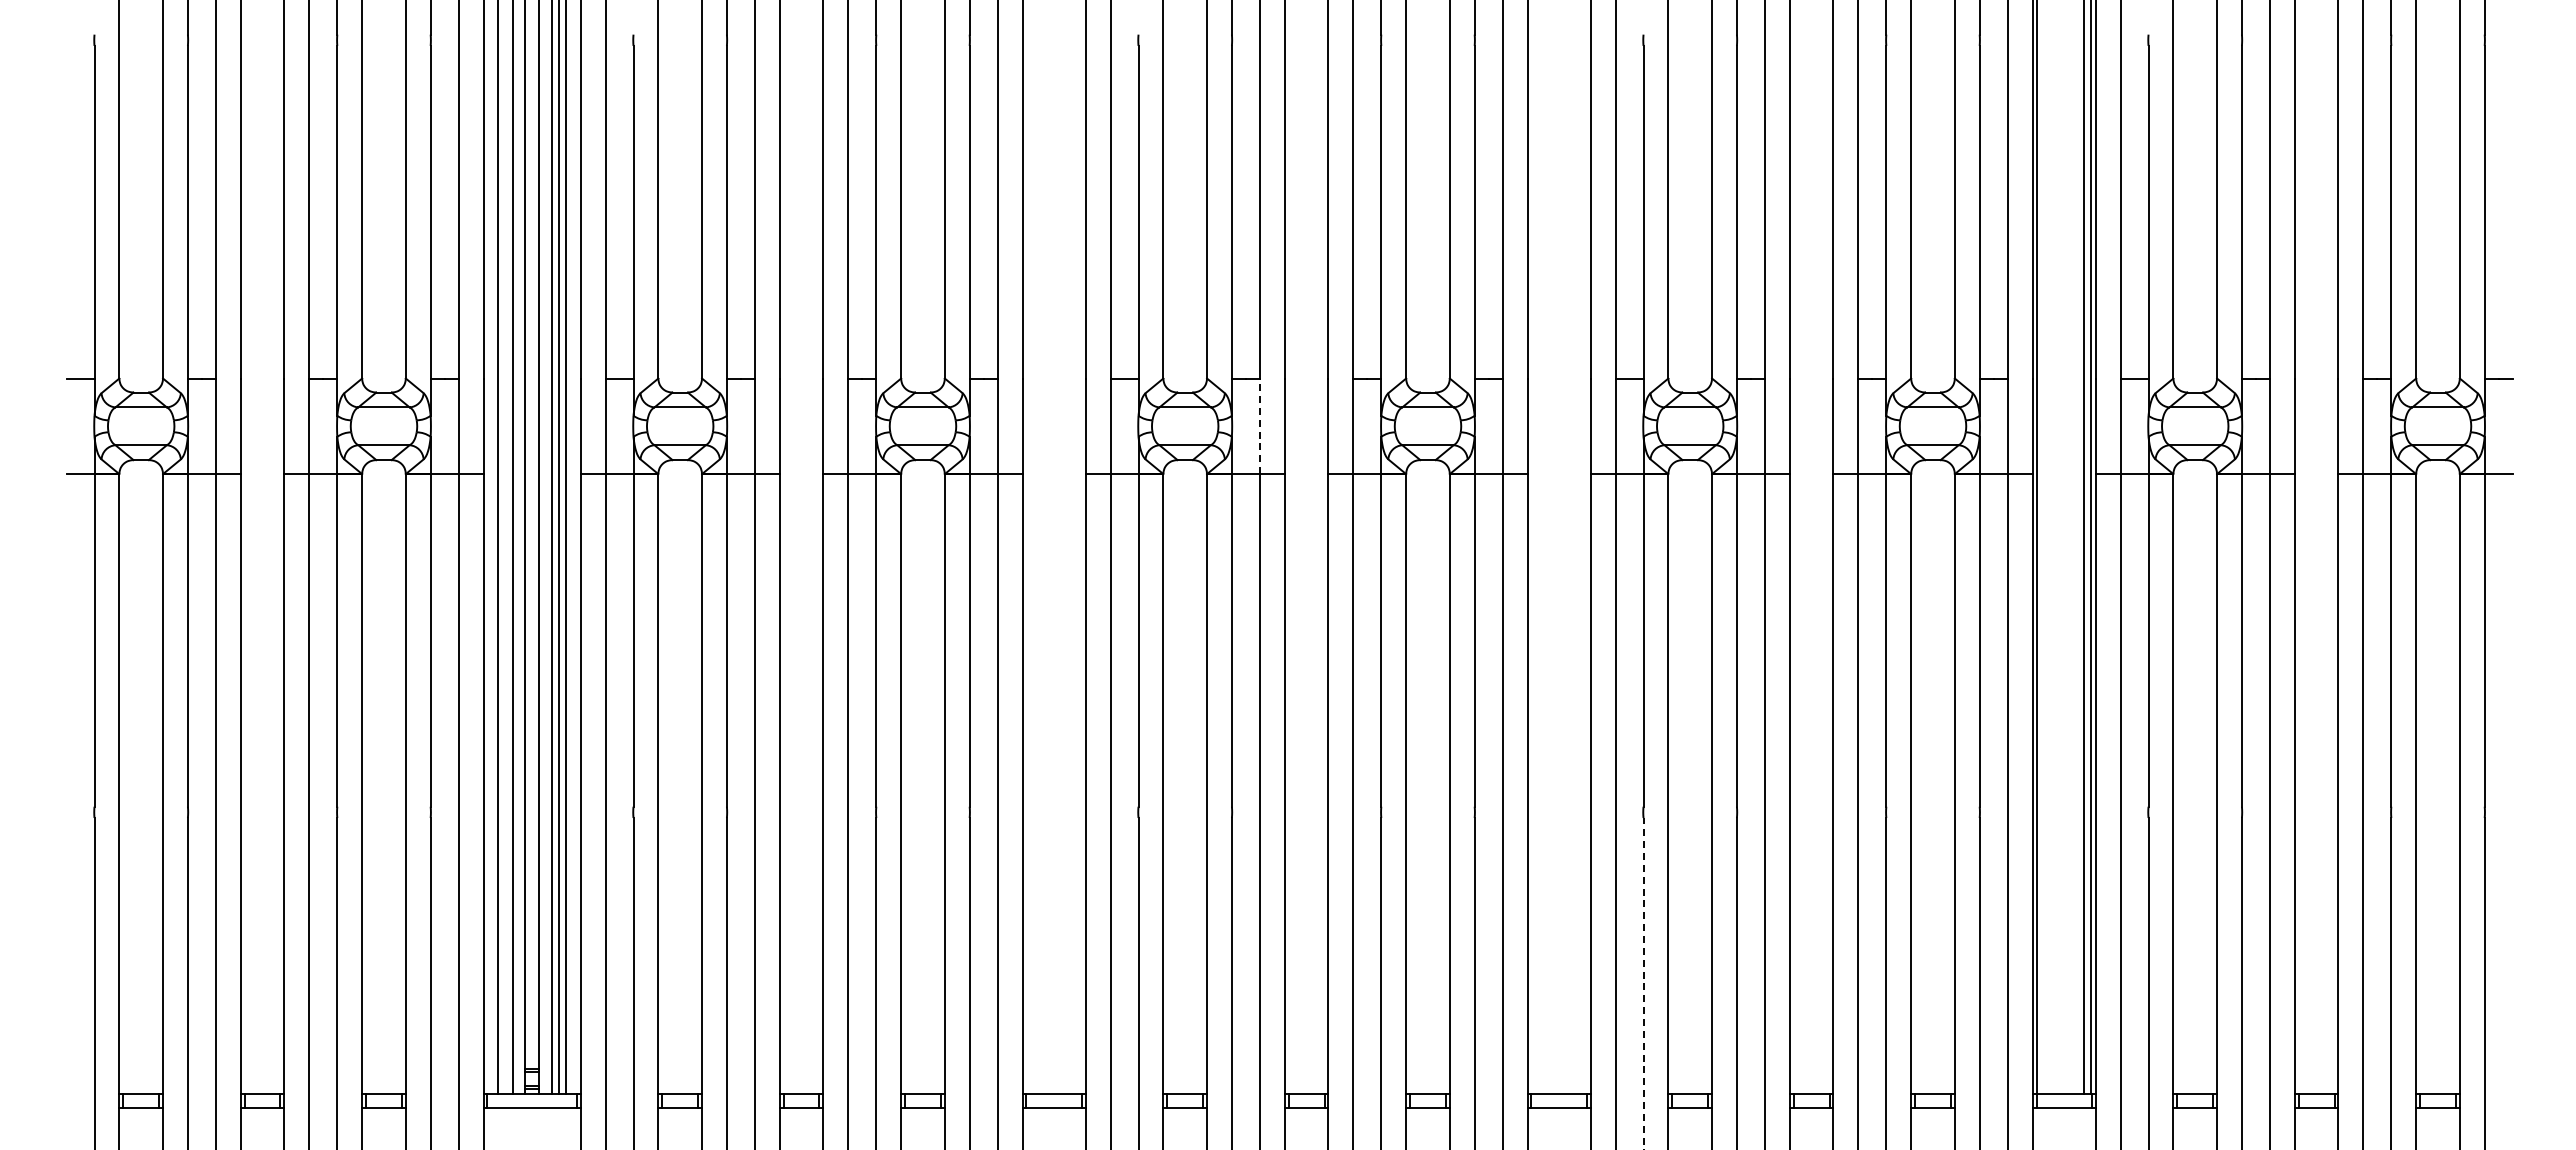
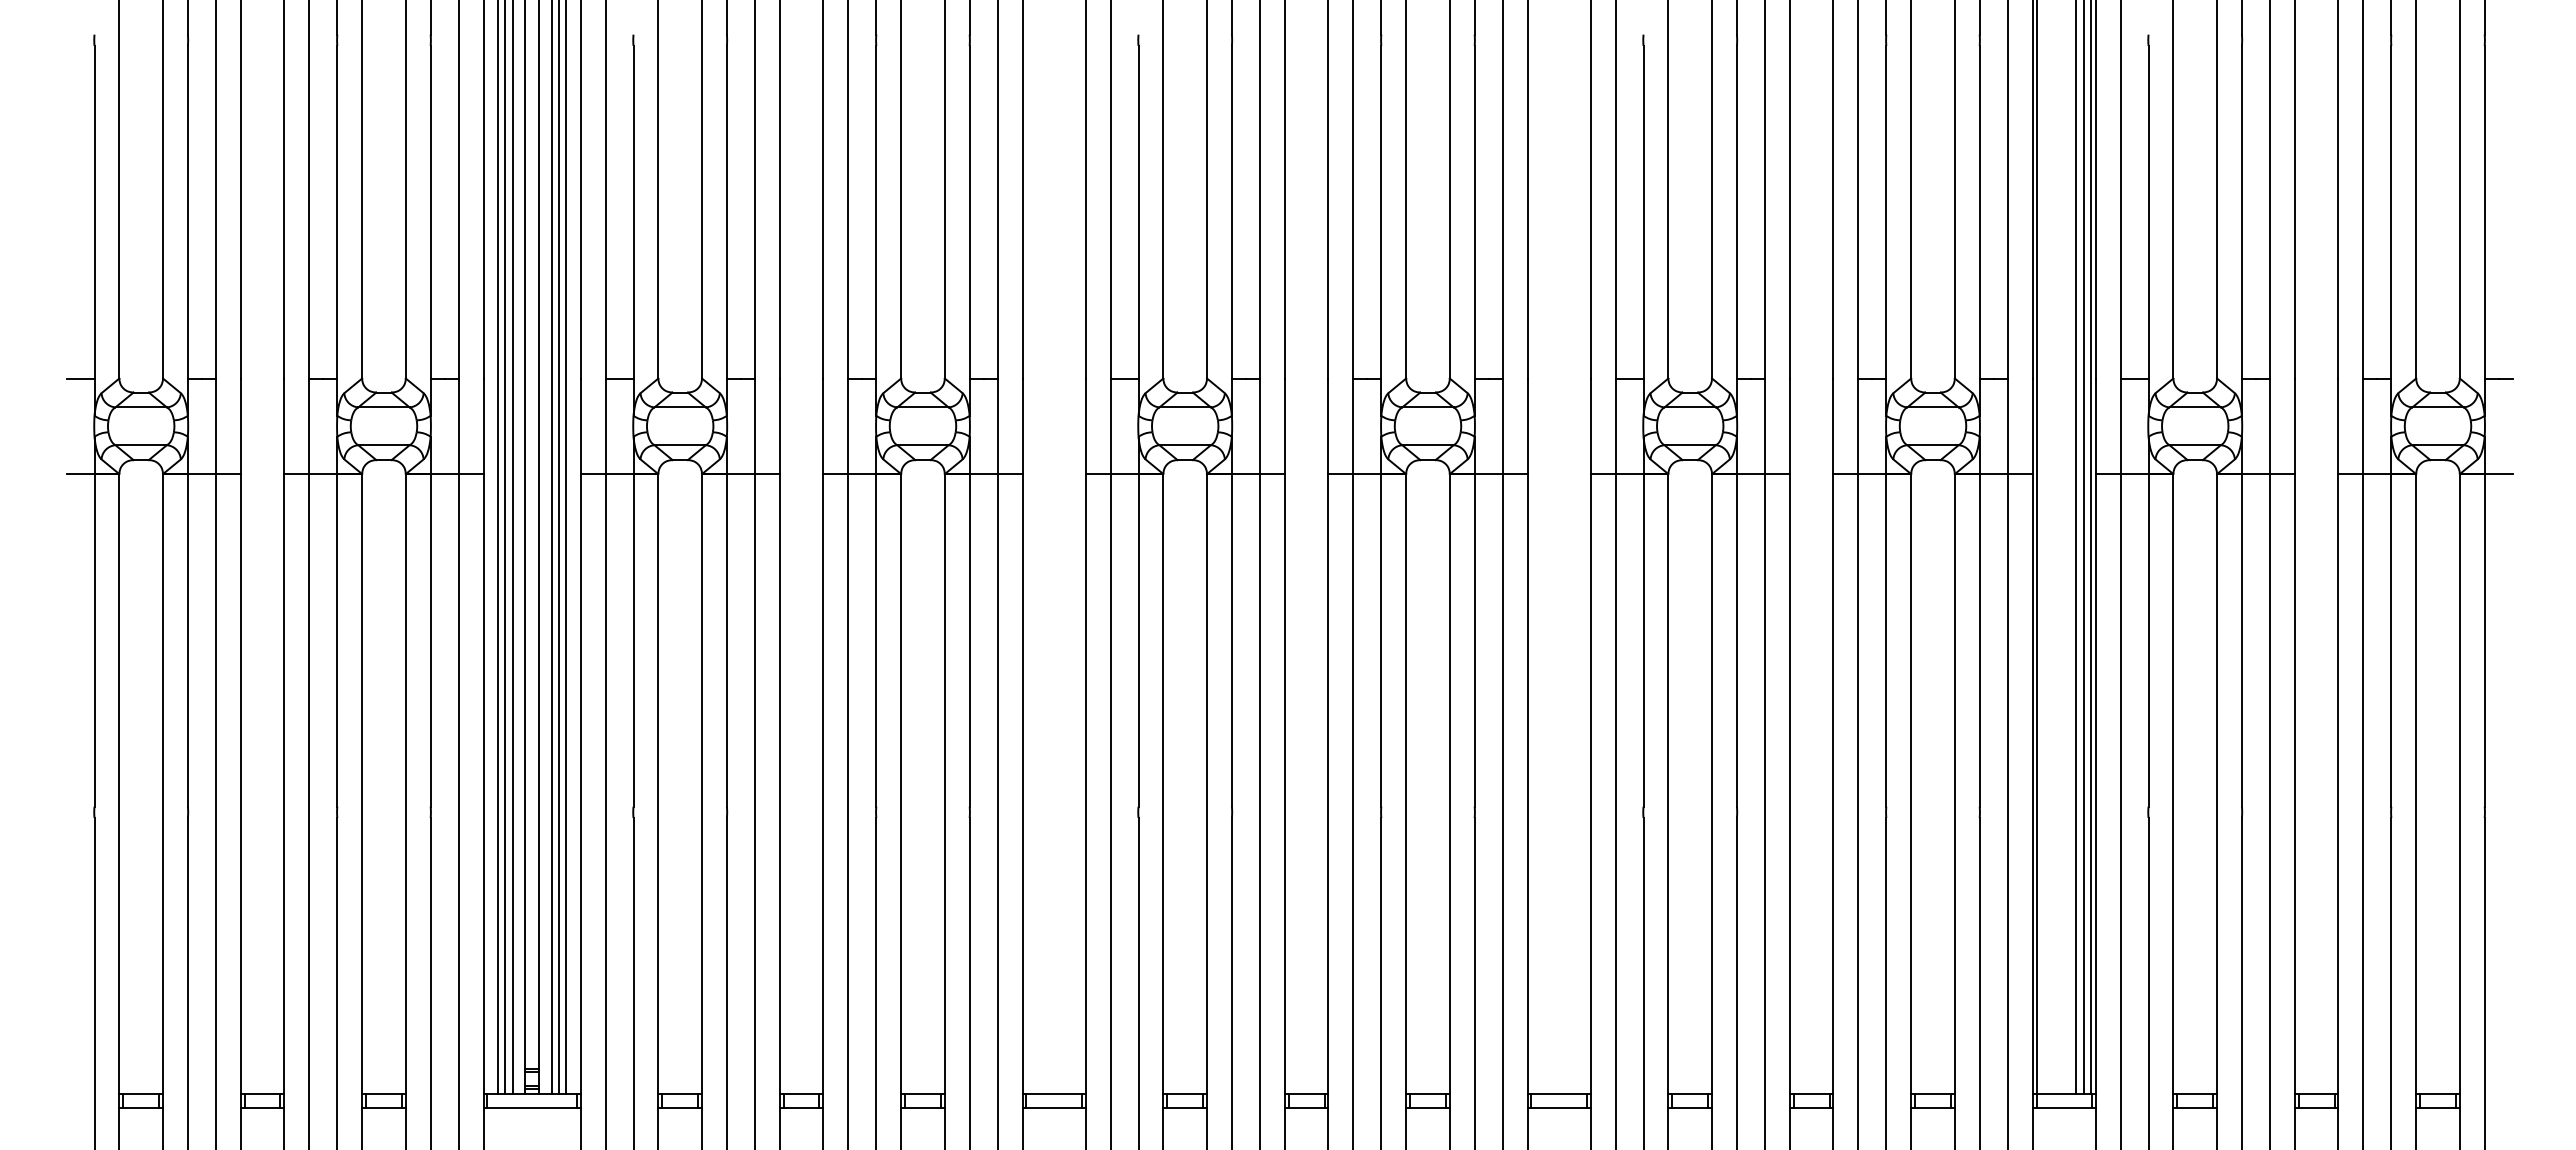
line at (1259, 426): dashed -> solid
line at (505, 547): none -> present
line at (2076, 547): none -> present
line at (1643, 983): dashed -> solid
